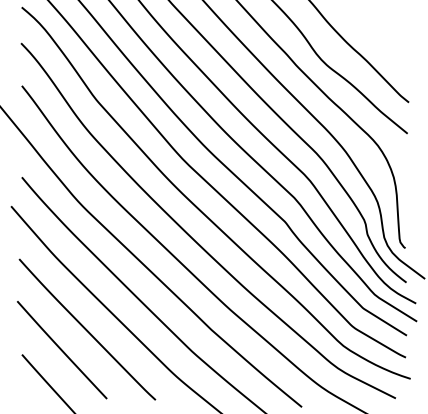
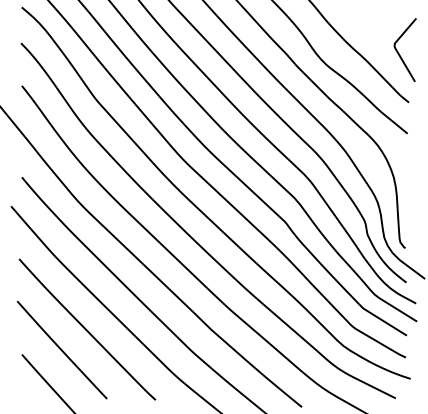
curve at (399, 53): none -> present
